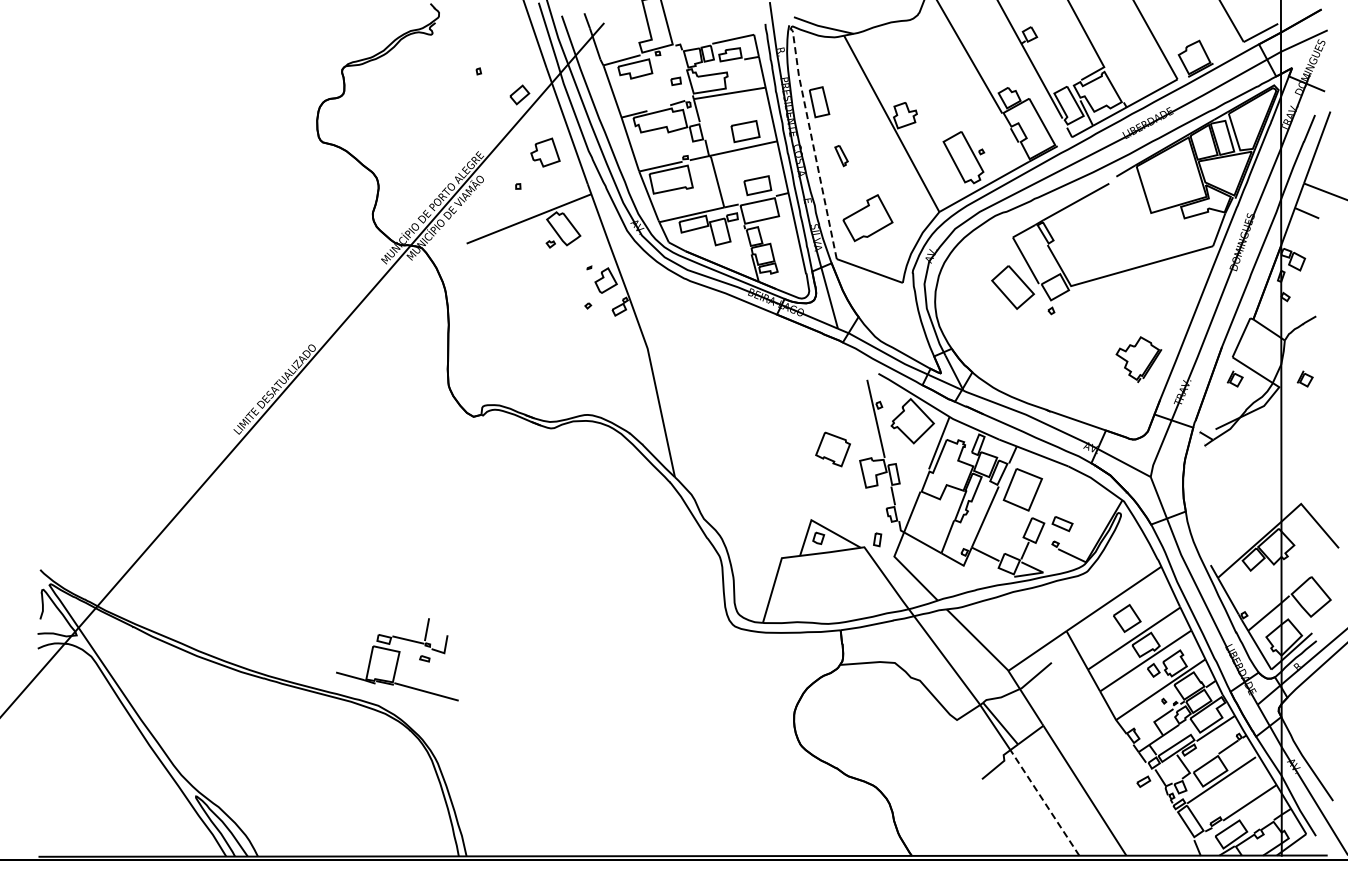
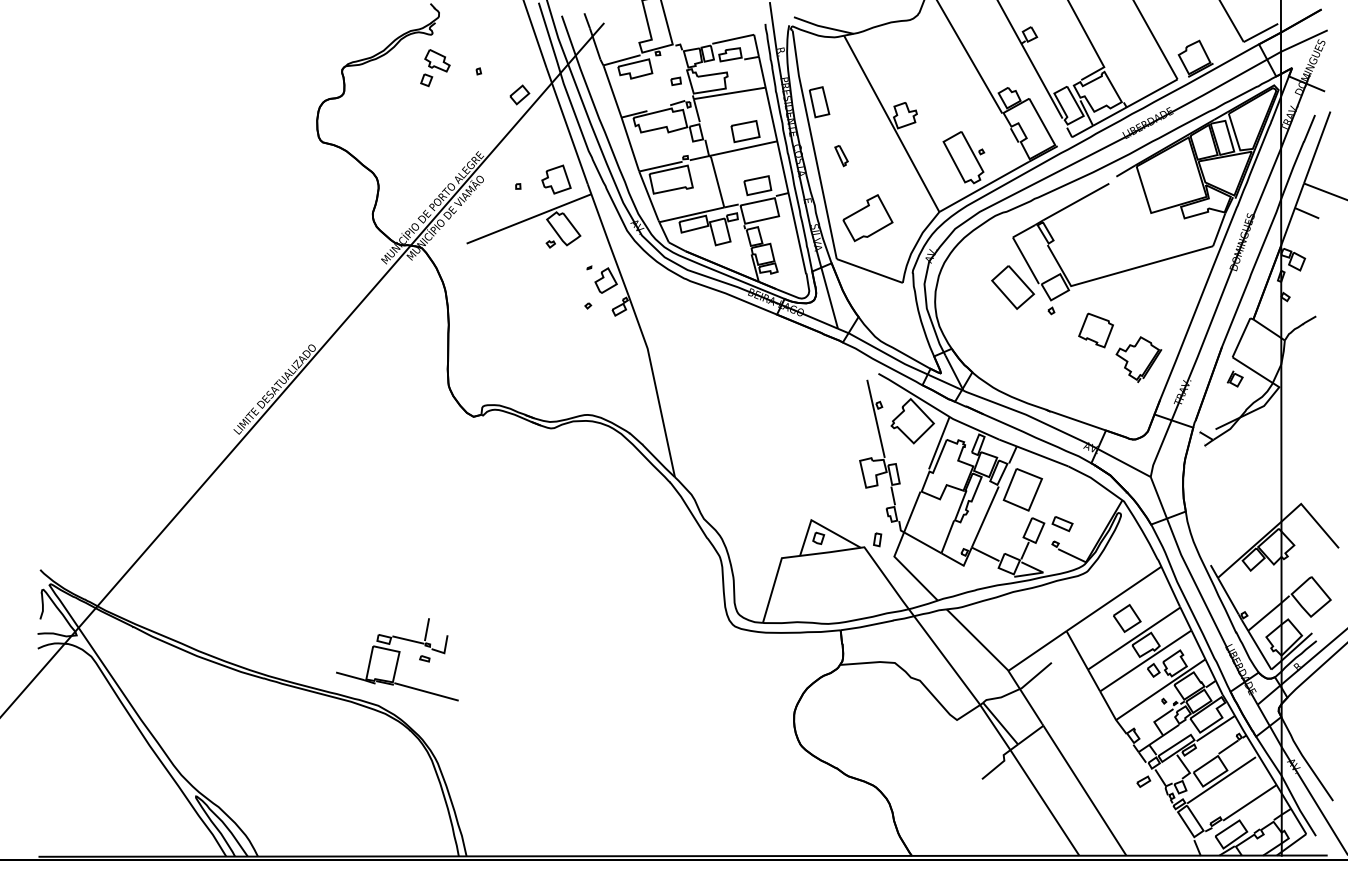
part at (435, 68): none -> present
line at (813, 144): dashed -> solid
part at (545, 152) position: (545, 152) -> (556, 179)
part at (1304, 378): present -> none
part at (832, 449) position: (832, 449) -> (1095, 330)
line at (1044, 802): dashed -> solid
